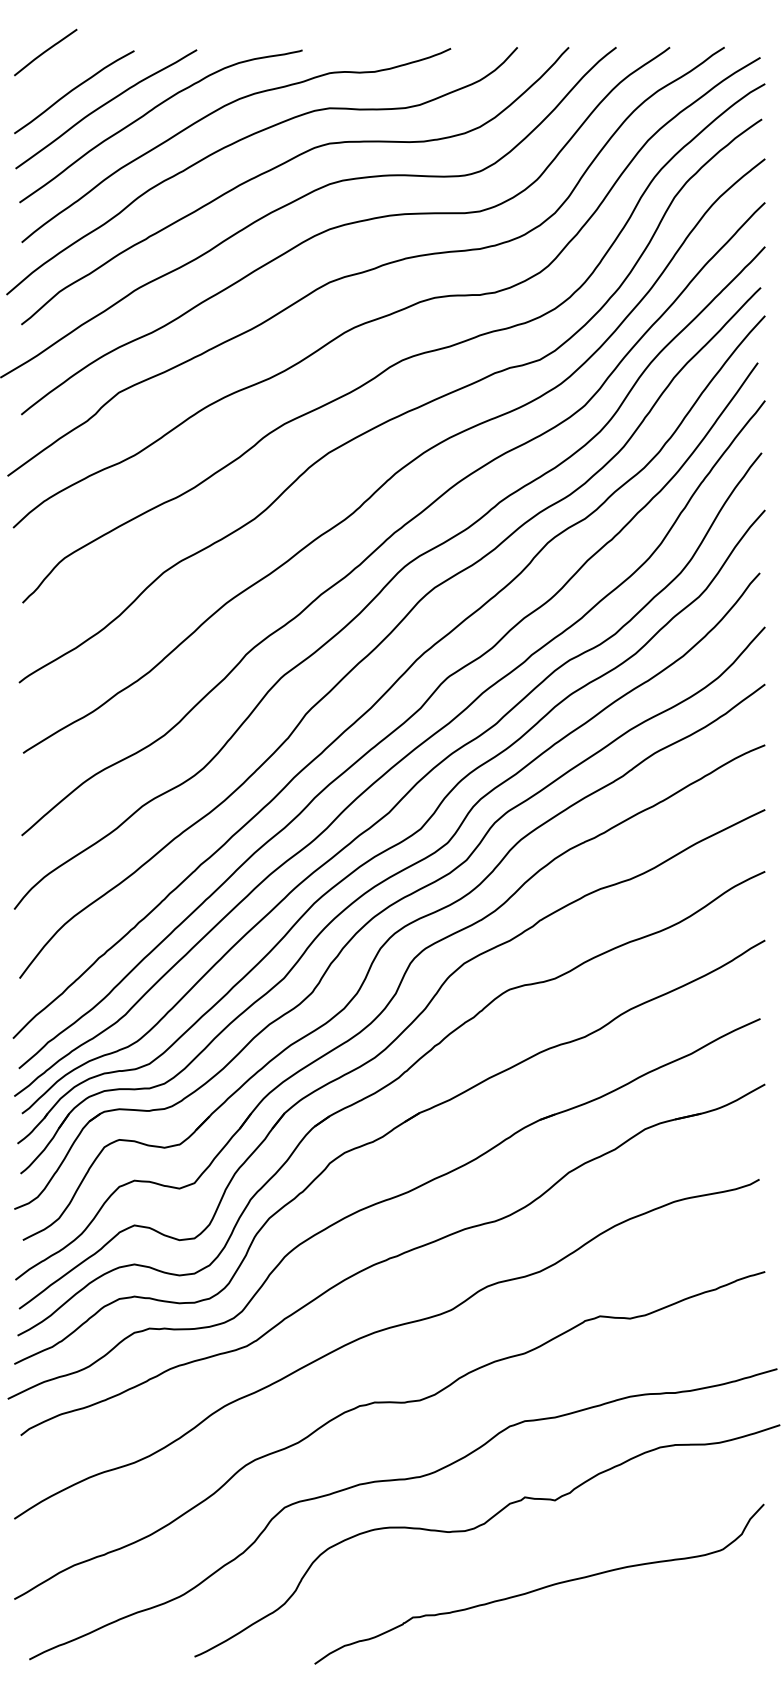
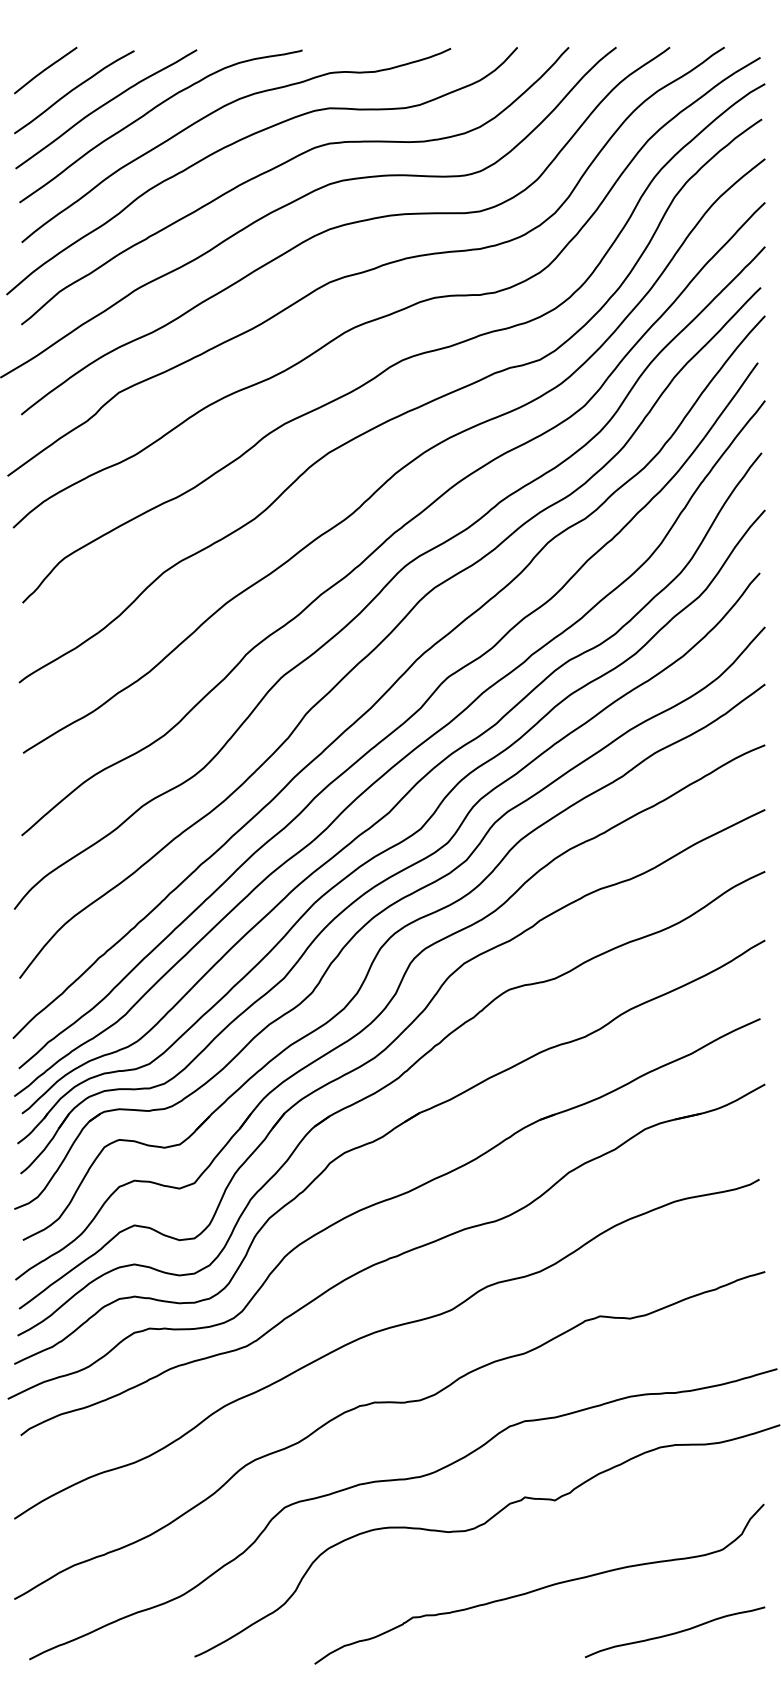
curve at (45, 52) position: (45, 52) -> (45, 70)
curve at (674, 1632): none -> present
